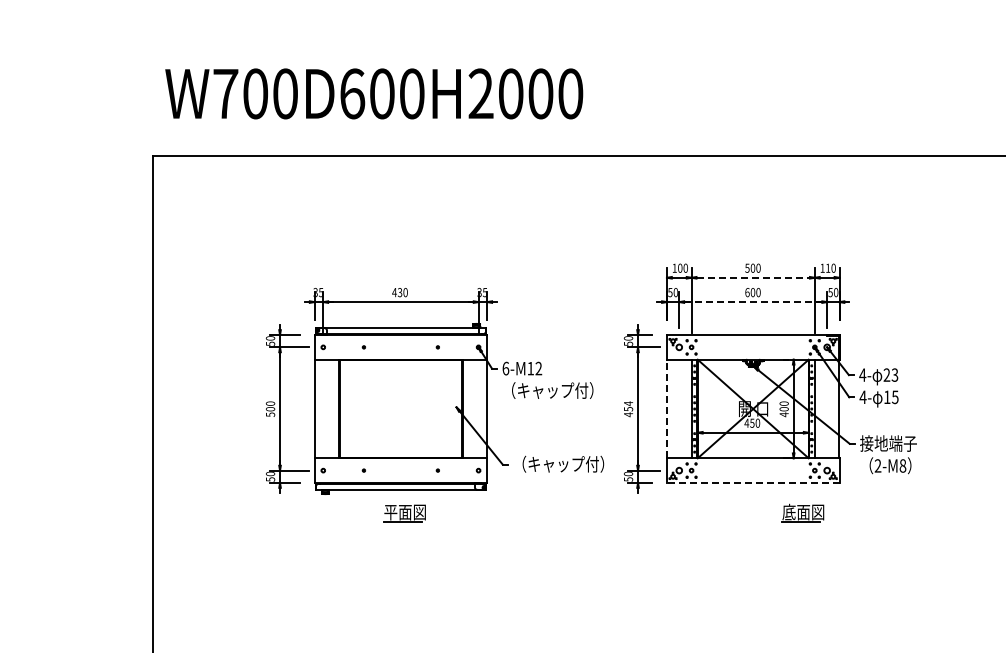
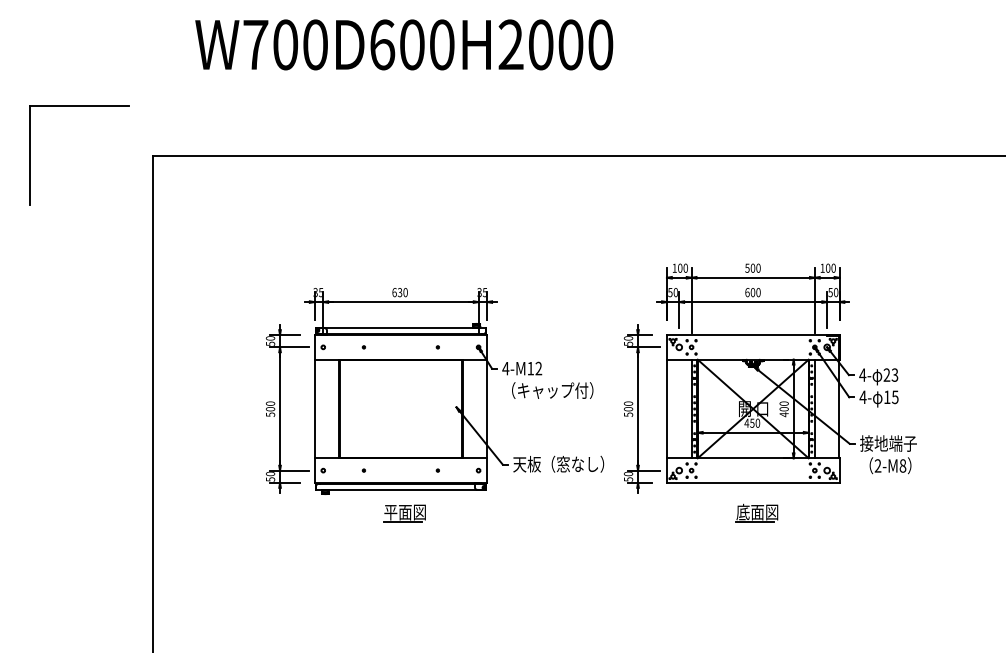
text at (374, 93) position: (374, 93) -> (404, 44)
part at (79, 106): none -> present
text at (828, 267): 110 -> 100
line at (753, 277): dashed -> solid
text at (394, 292): 430 -> 630
line at (753, 302): dashed -> solid
text at (505, 368): 6-M12 -> 4-M12
line at (667, 408): dashed -> solid
text at (628, 409): 454 -> 500
text at (555, 463): （キャップ付） -> 天板（窓なし）
line at (752, 482): dashed -> solid
part at (802, 512) position: (802, 512) -> (756, 512)
